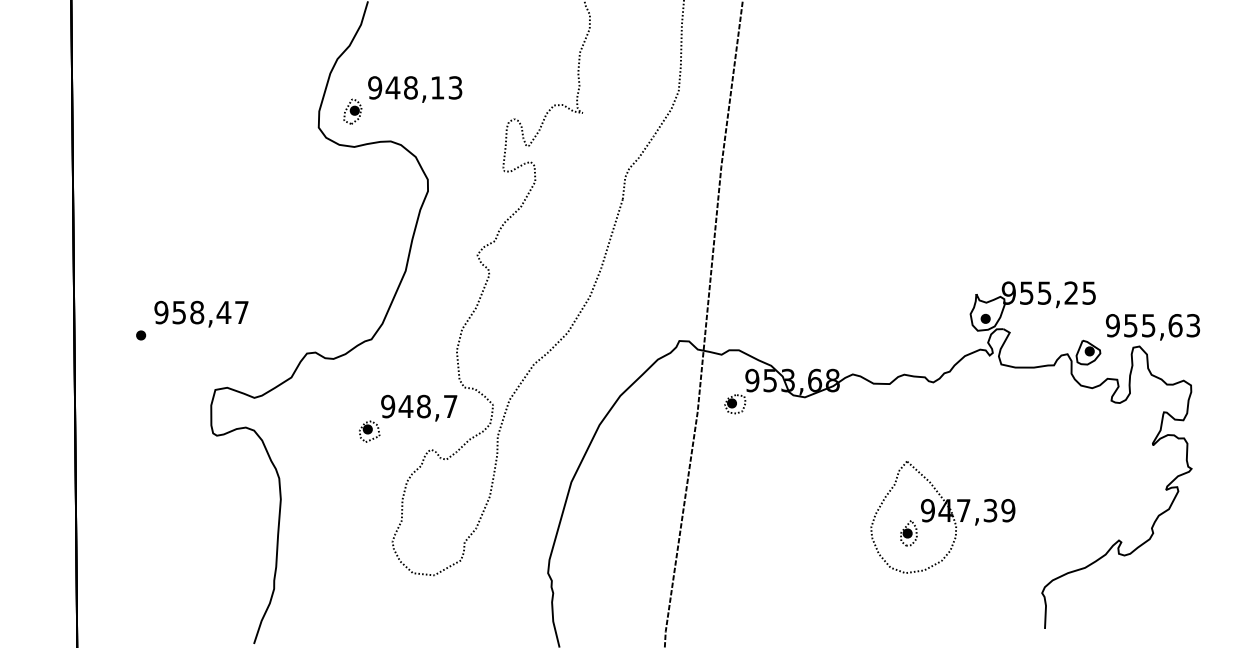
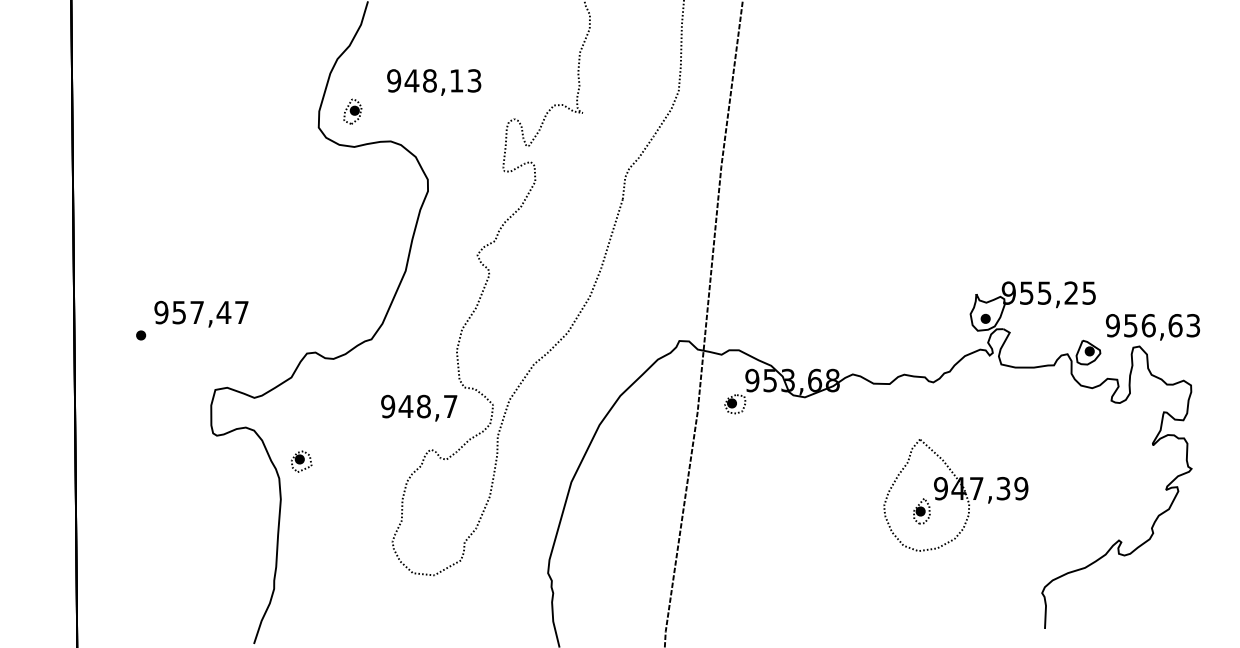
text at (415, 89) position: (415, 89) -> (434, 82)
text at (197, 312): 958,47 -> 957,47
text at (1148, 325): 955,63 -> 956,63
part at (369, 431) position: (369, 431) -> (301, 461)
part at (942, 517) position: (942, 517) -> (955, 495)
